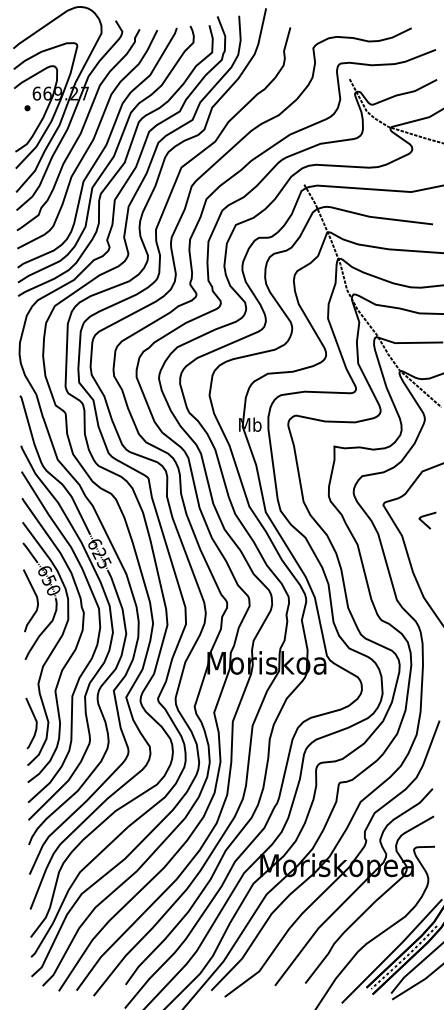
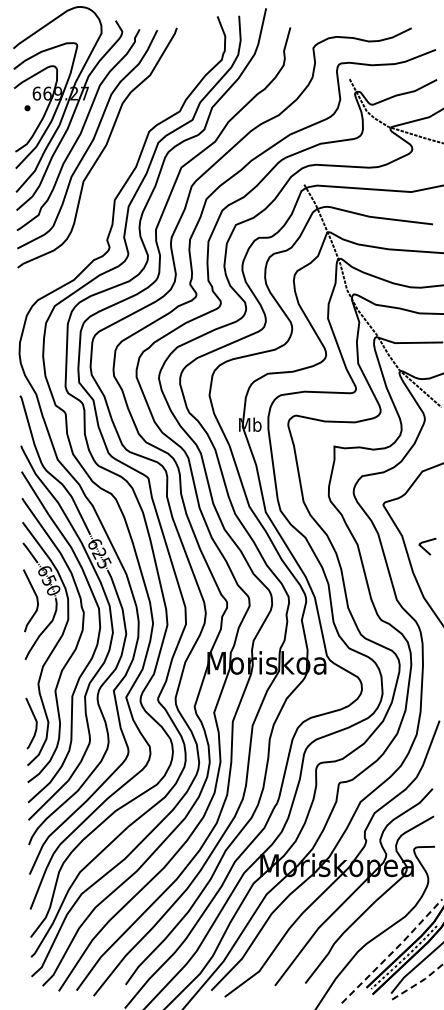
part at (115, 160): present -> none
curve at (426, 523) position: (426, 523) -> (426, 549)
line at (393, 951): solid -> dashed
line at (419, 982): solid -> dashed
